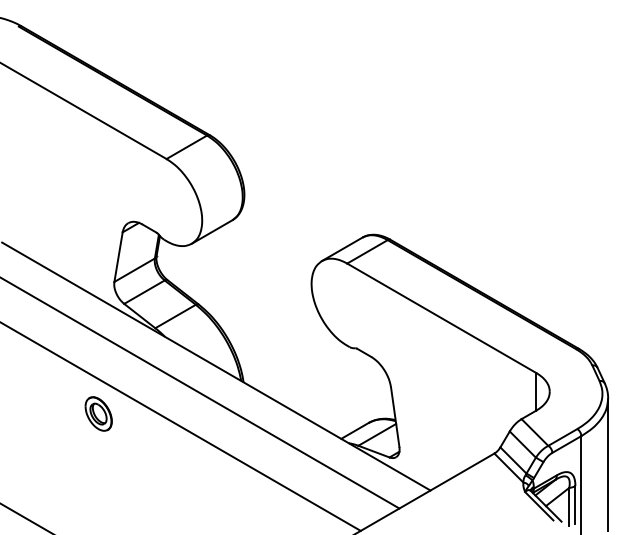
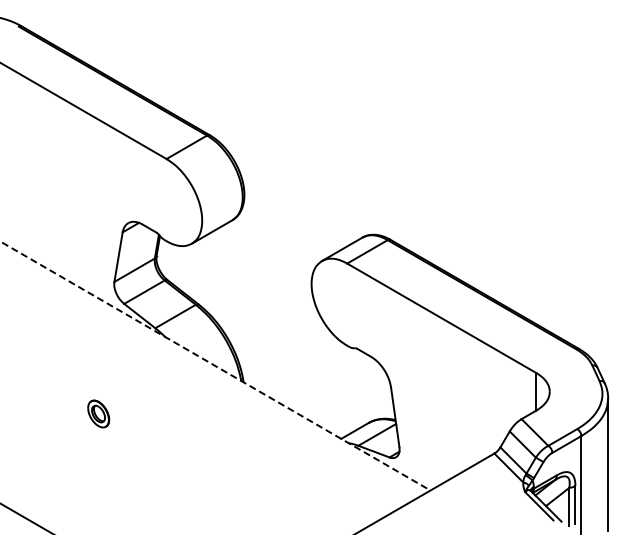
line at (216, 366): solid -> dashed
line at (200, 393): present -> none
part at (98, 413) size: 29x36 px -> 24x30 px
line at (181, 426): present -> none
